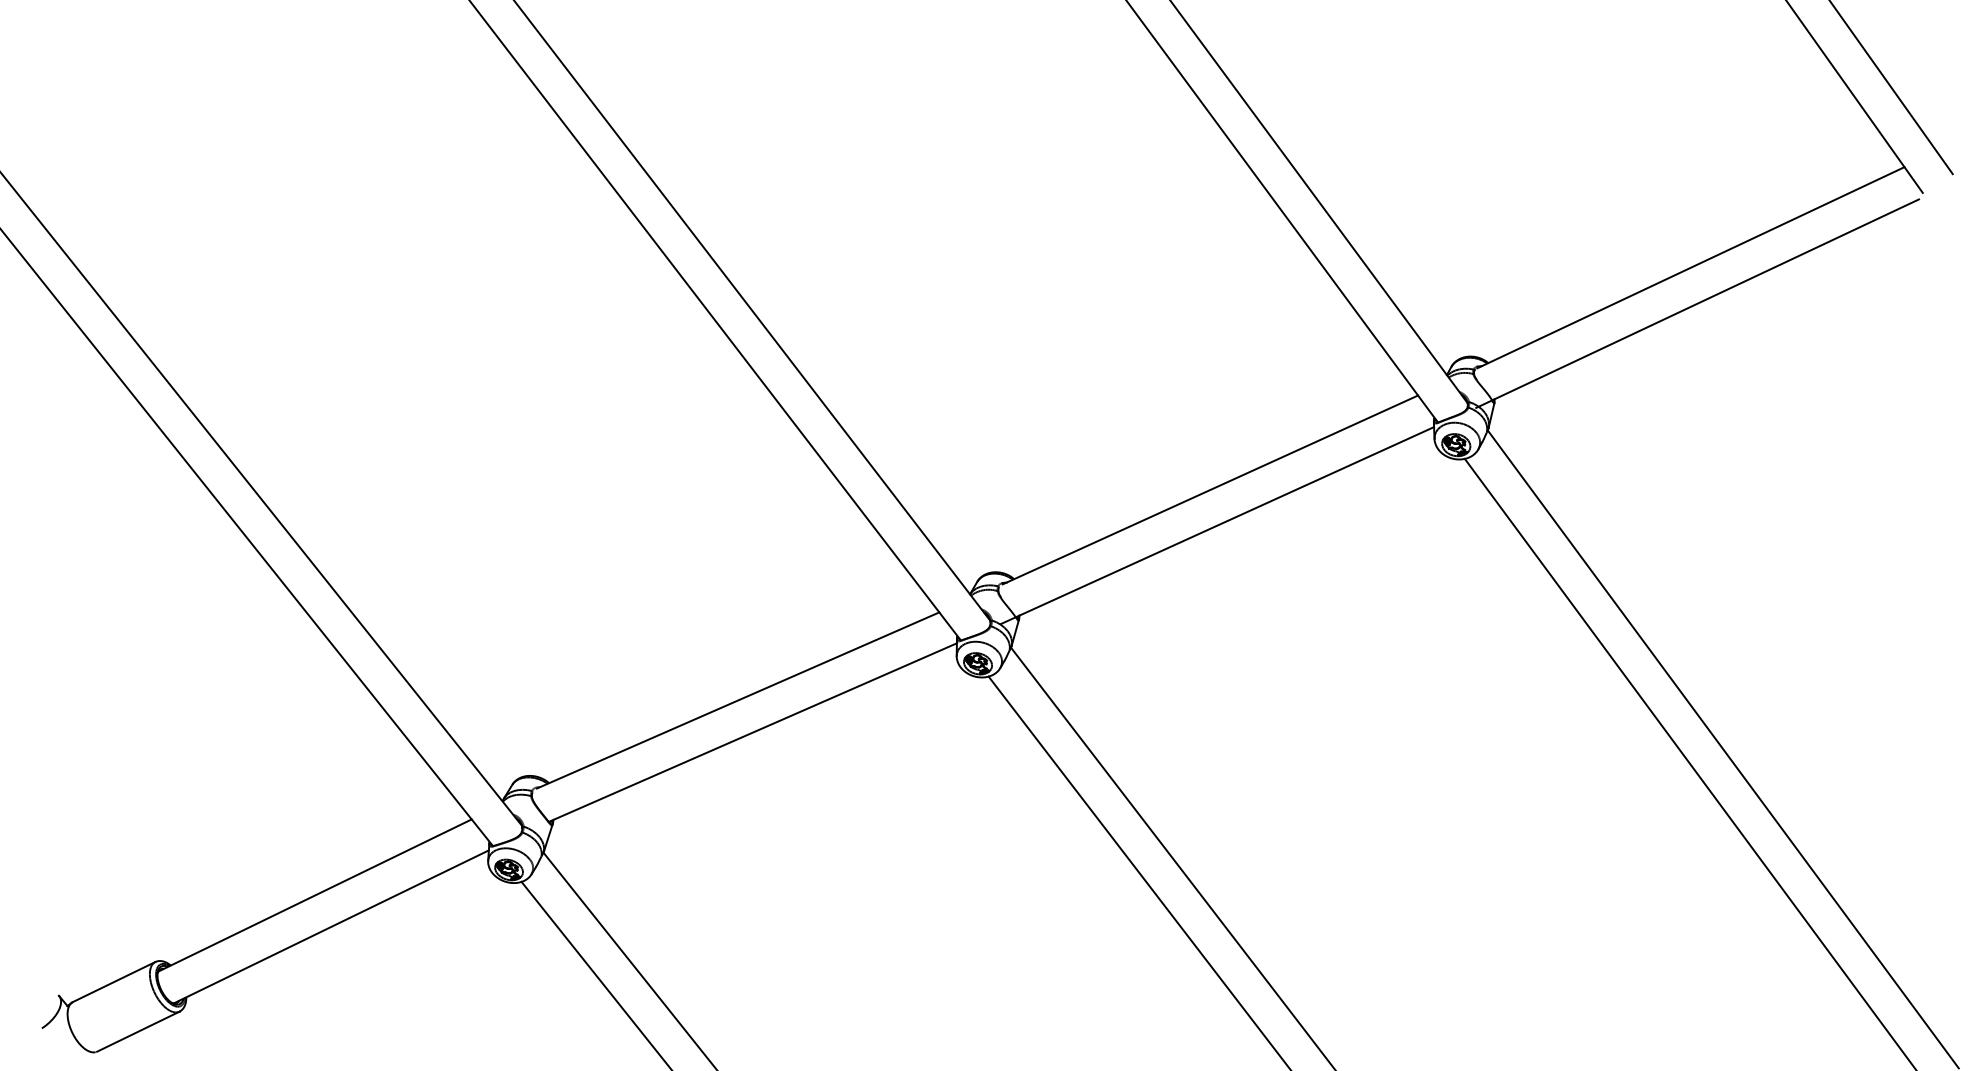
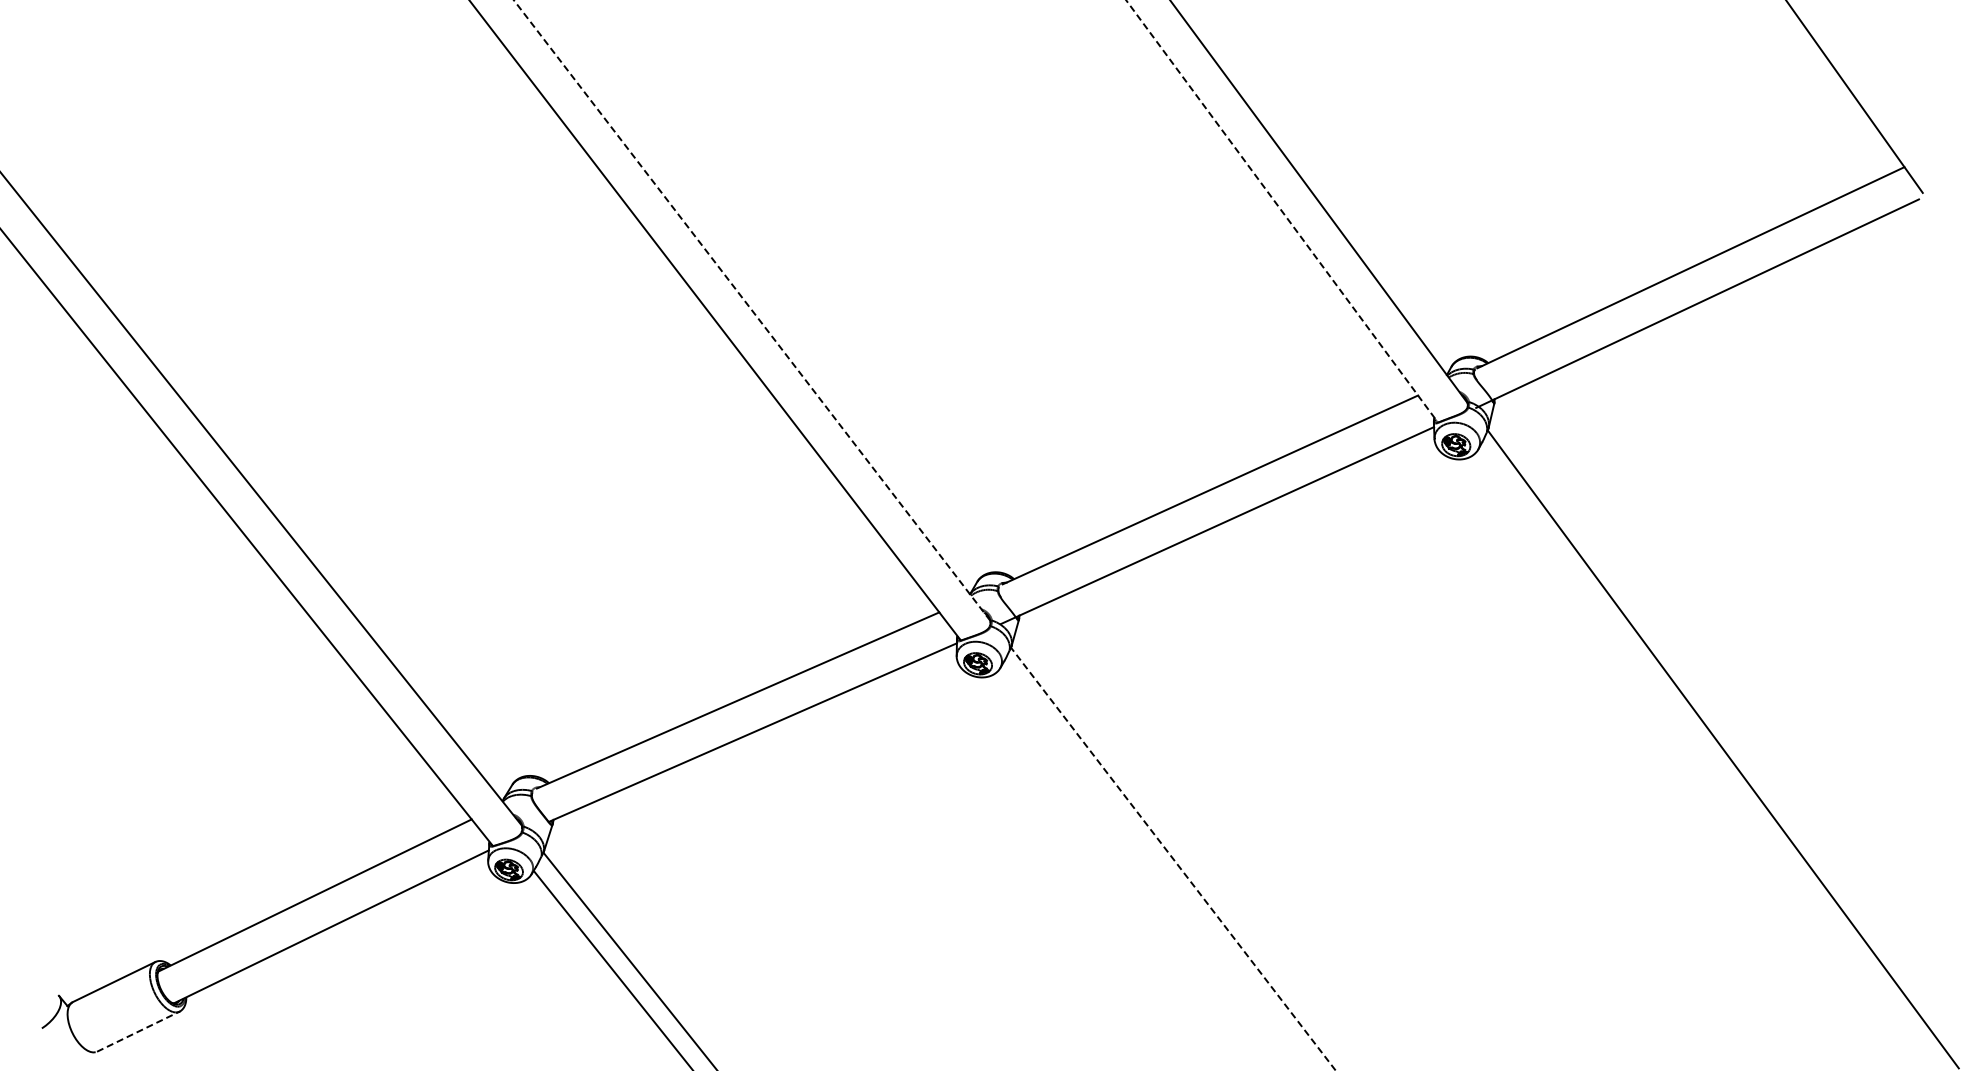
line at (1891, 88): present -> none
line at (1282, 211): solid -> dashed
line at (751, 310): solid -> dashed
line at (1689, 762): present -> none
line at (1173, 859): solid -> dashed
line at (1138, 871): present -> none
line at (595, 974) position: (595, 974) -> (612, 969)
line at (138, 1031): solid -> dashed
